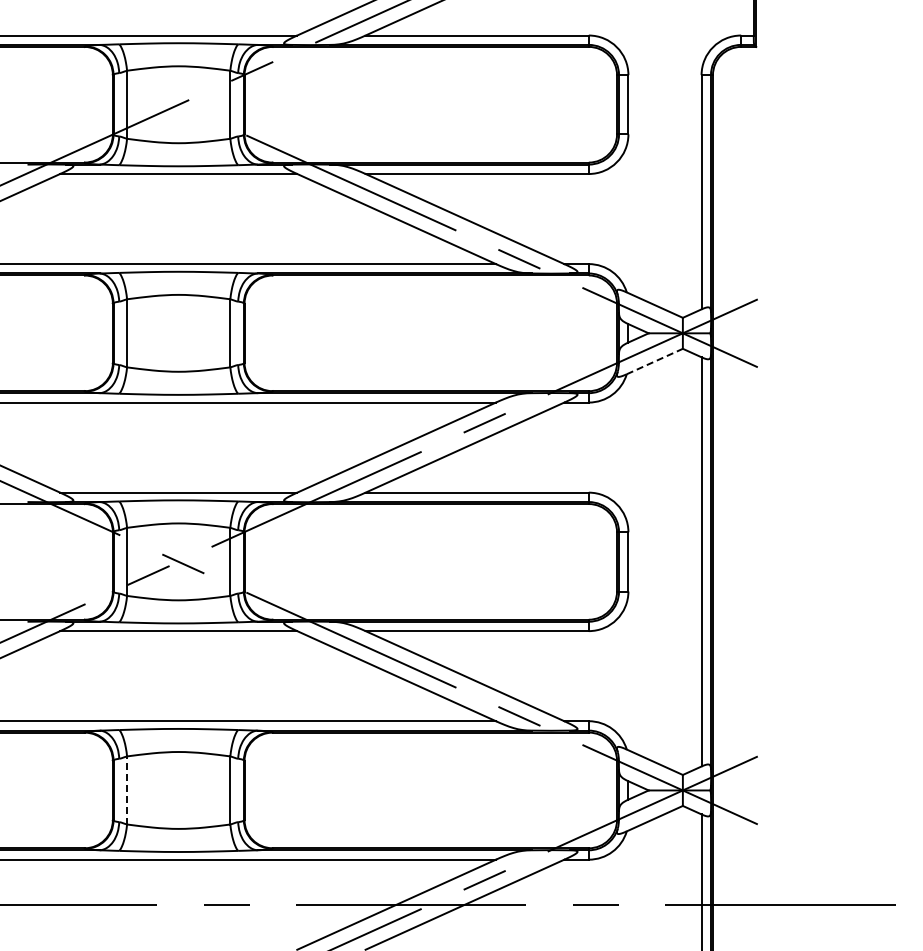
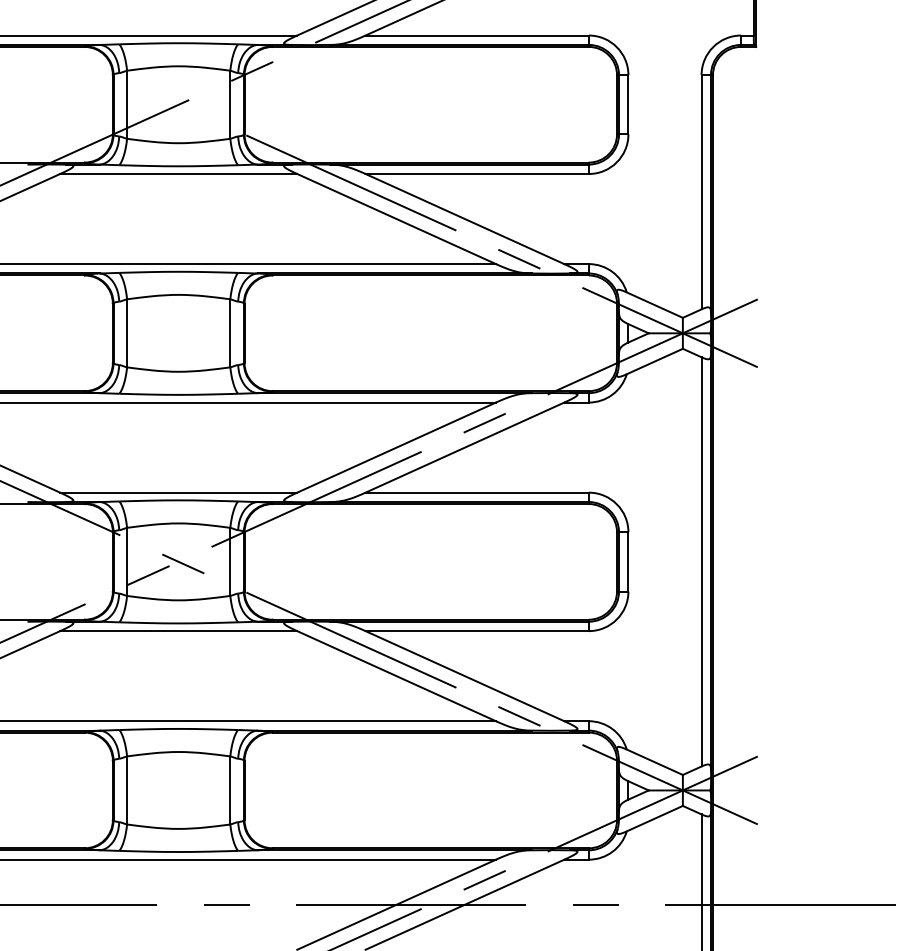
line at (654, 361): dashed -> solid
line at (127, 789): dashed -> solid
